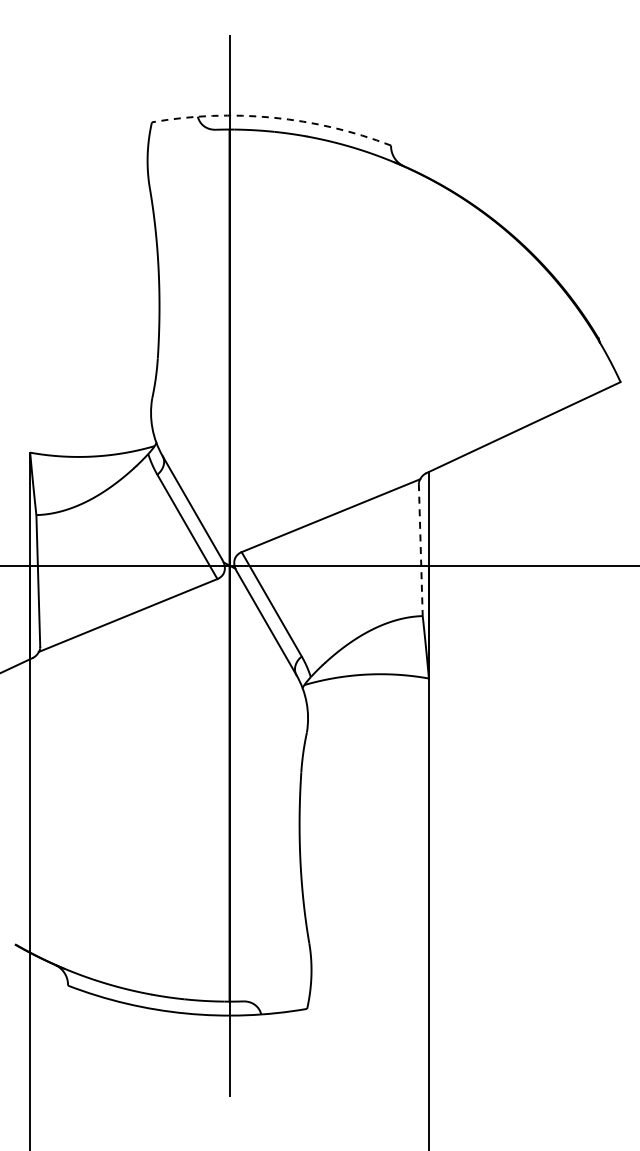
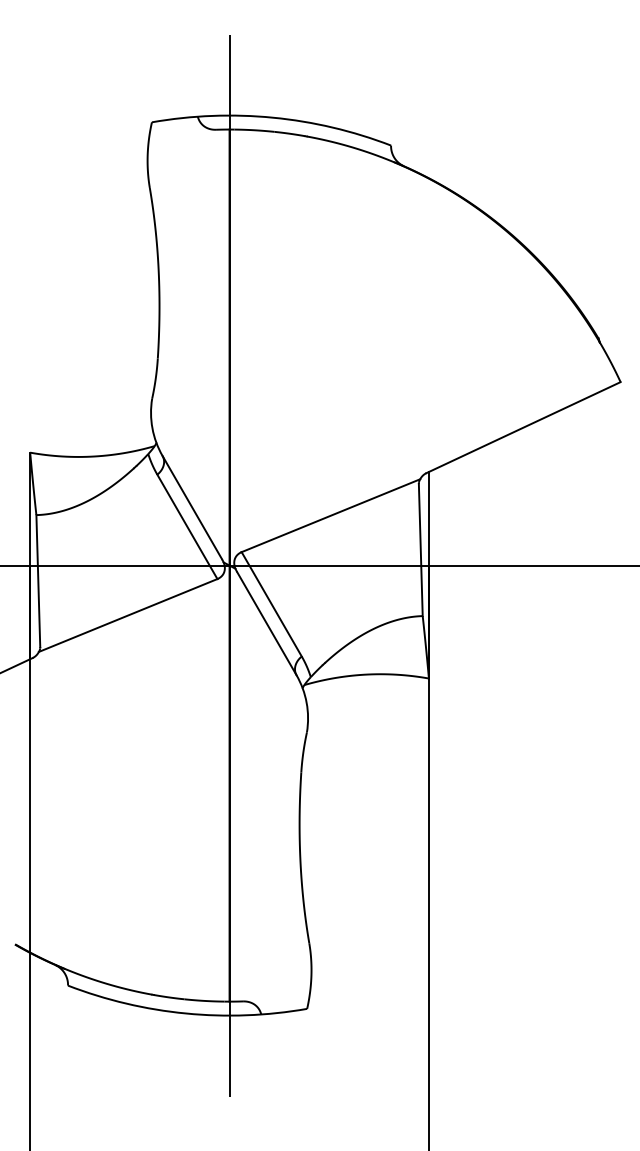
arc at (273, 117): dashed -> solid
line at (420, 550): dashed -> solid
